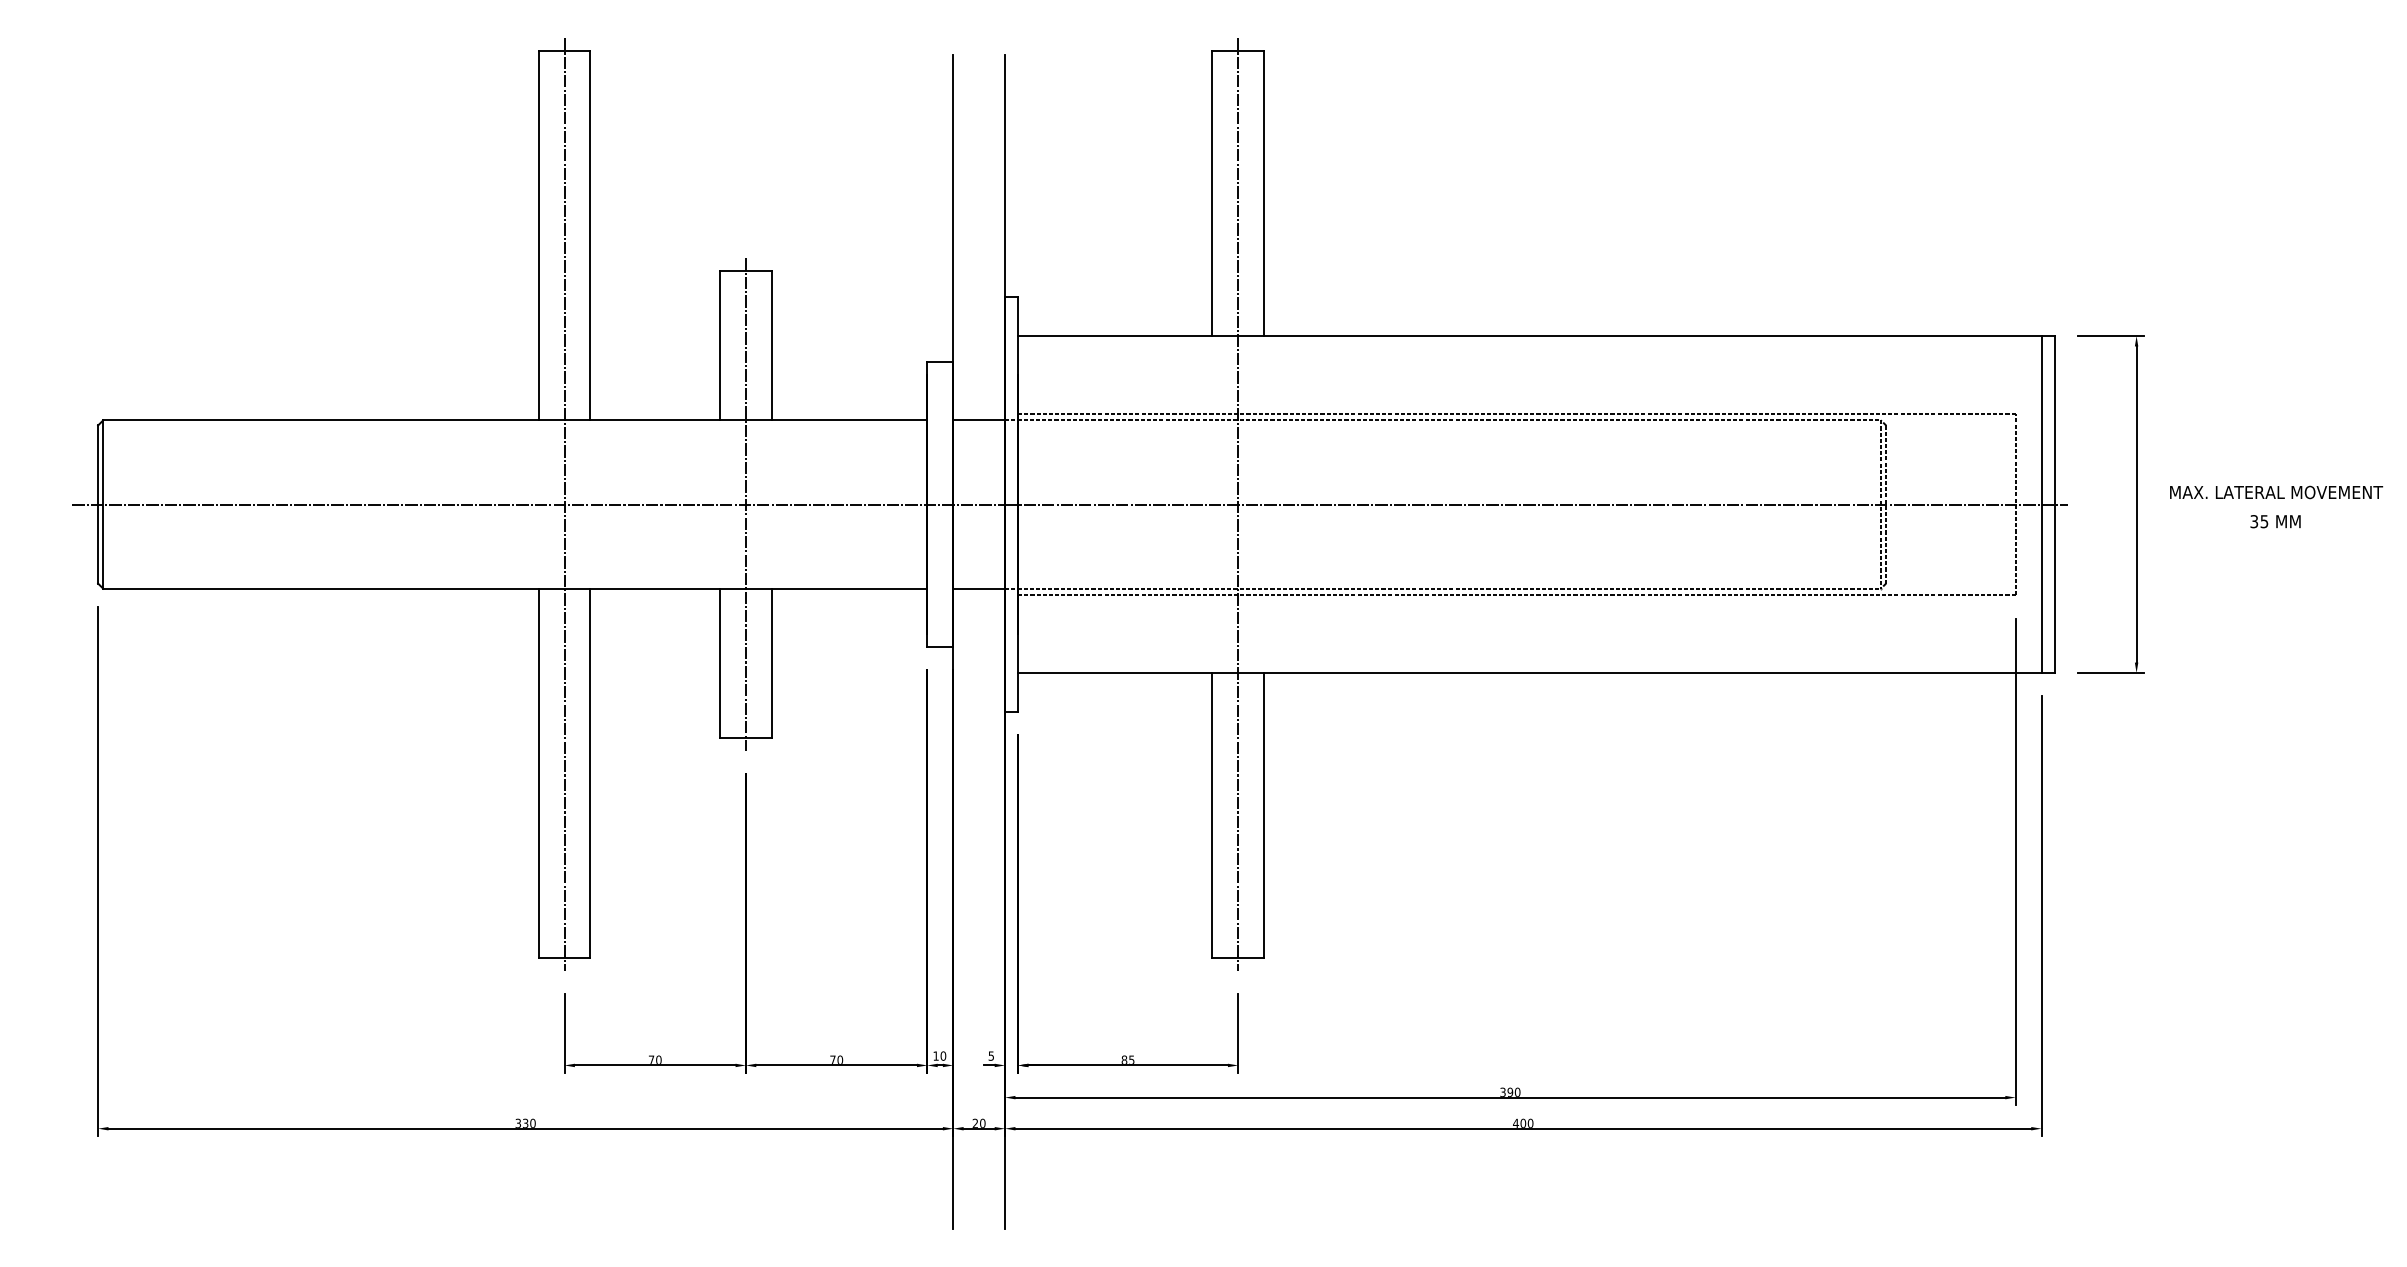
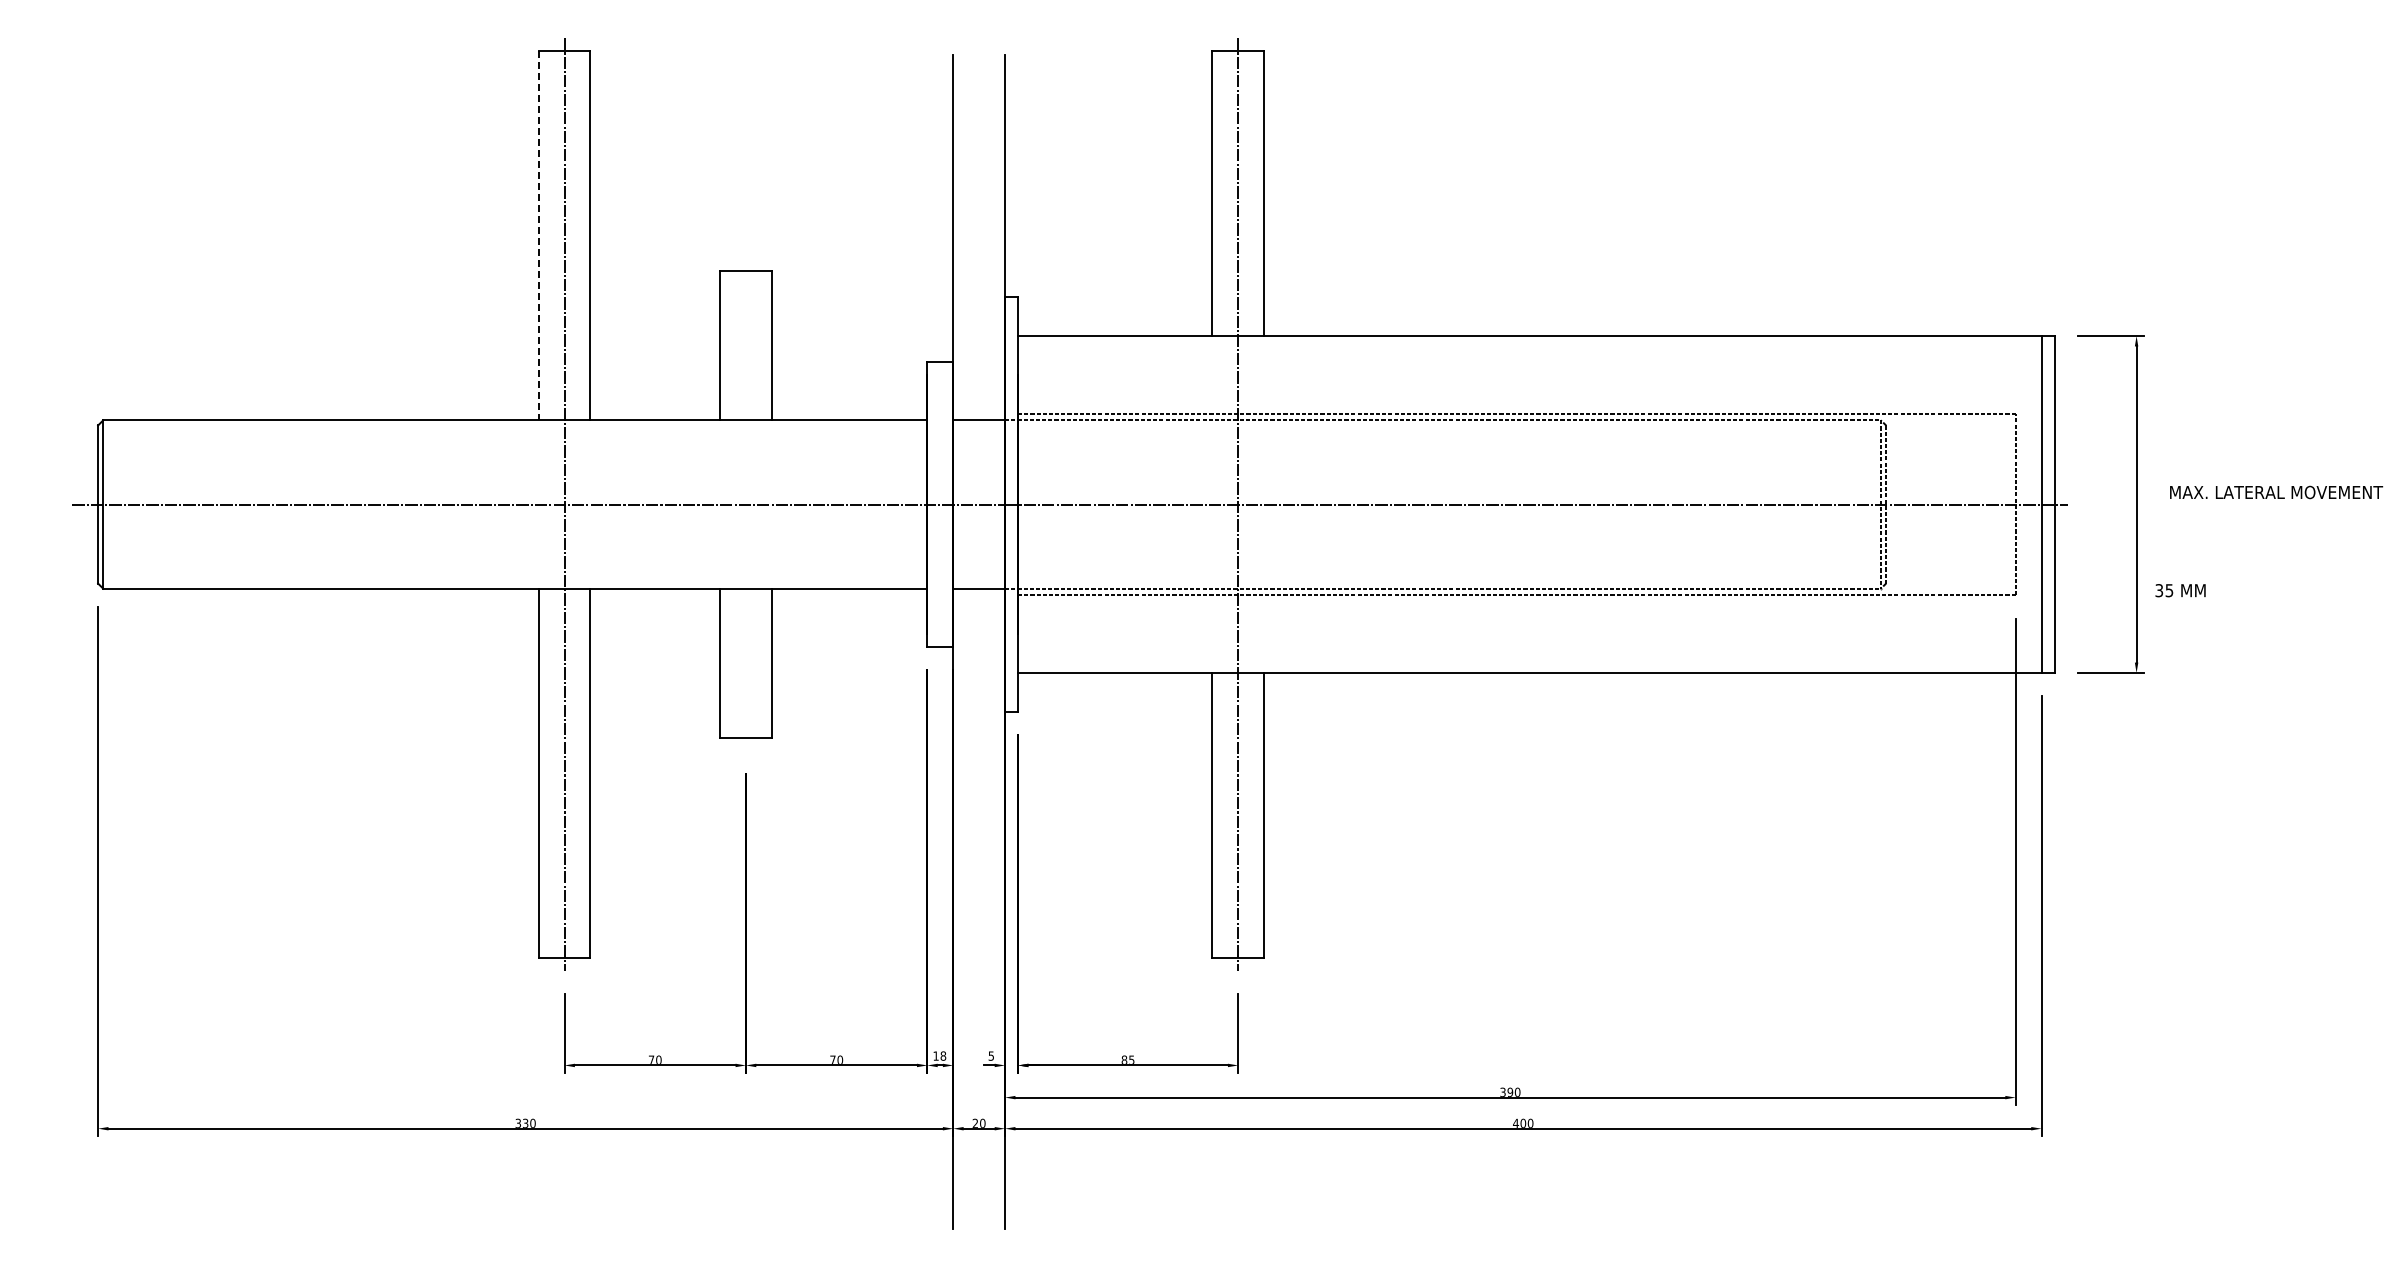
line at (538, 235): solid -> dashed
line at (745, 504): present -> none
text at (2275, 521) position: (2275, 521) -> (2180, 590)
text at (943, 1055): 10 -> 18
